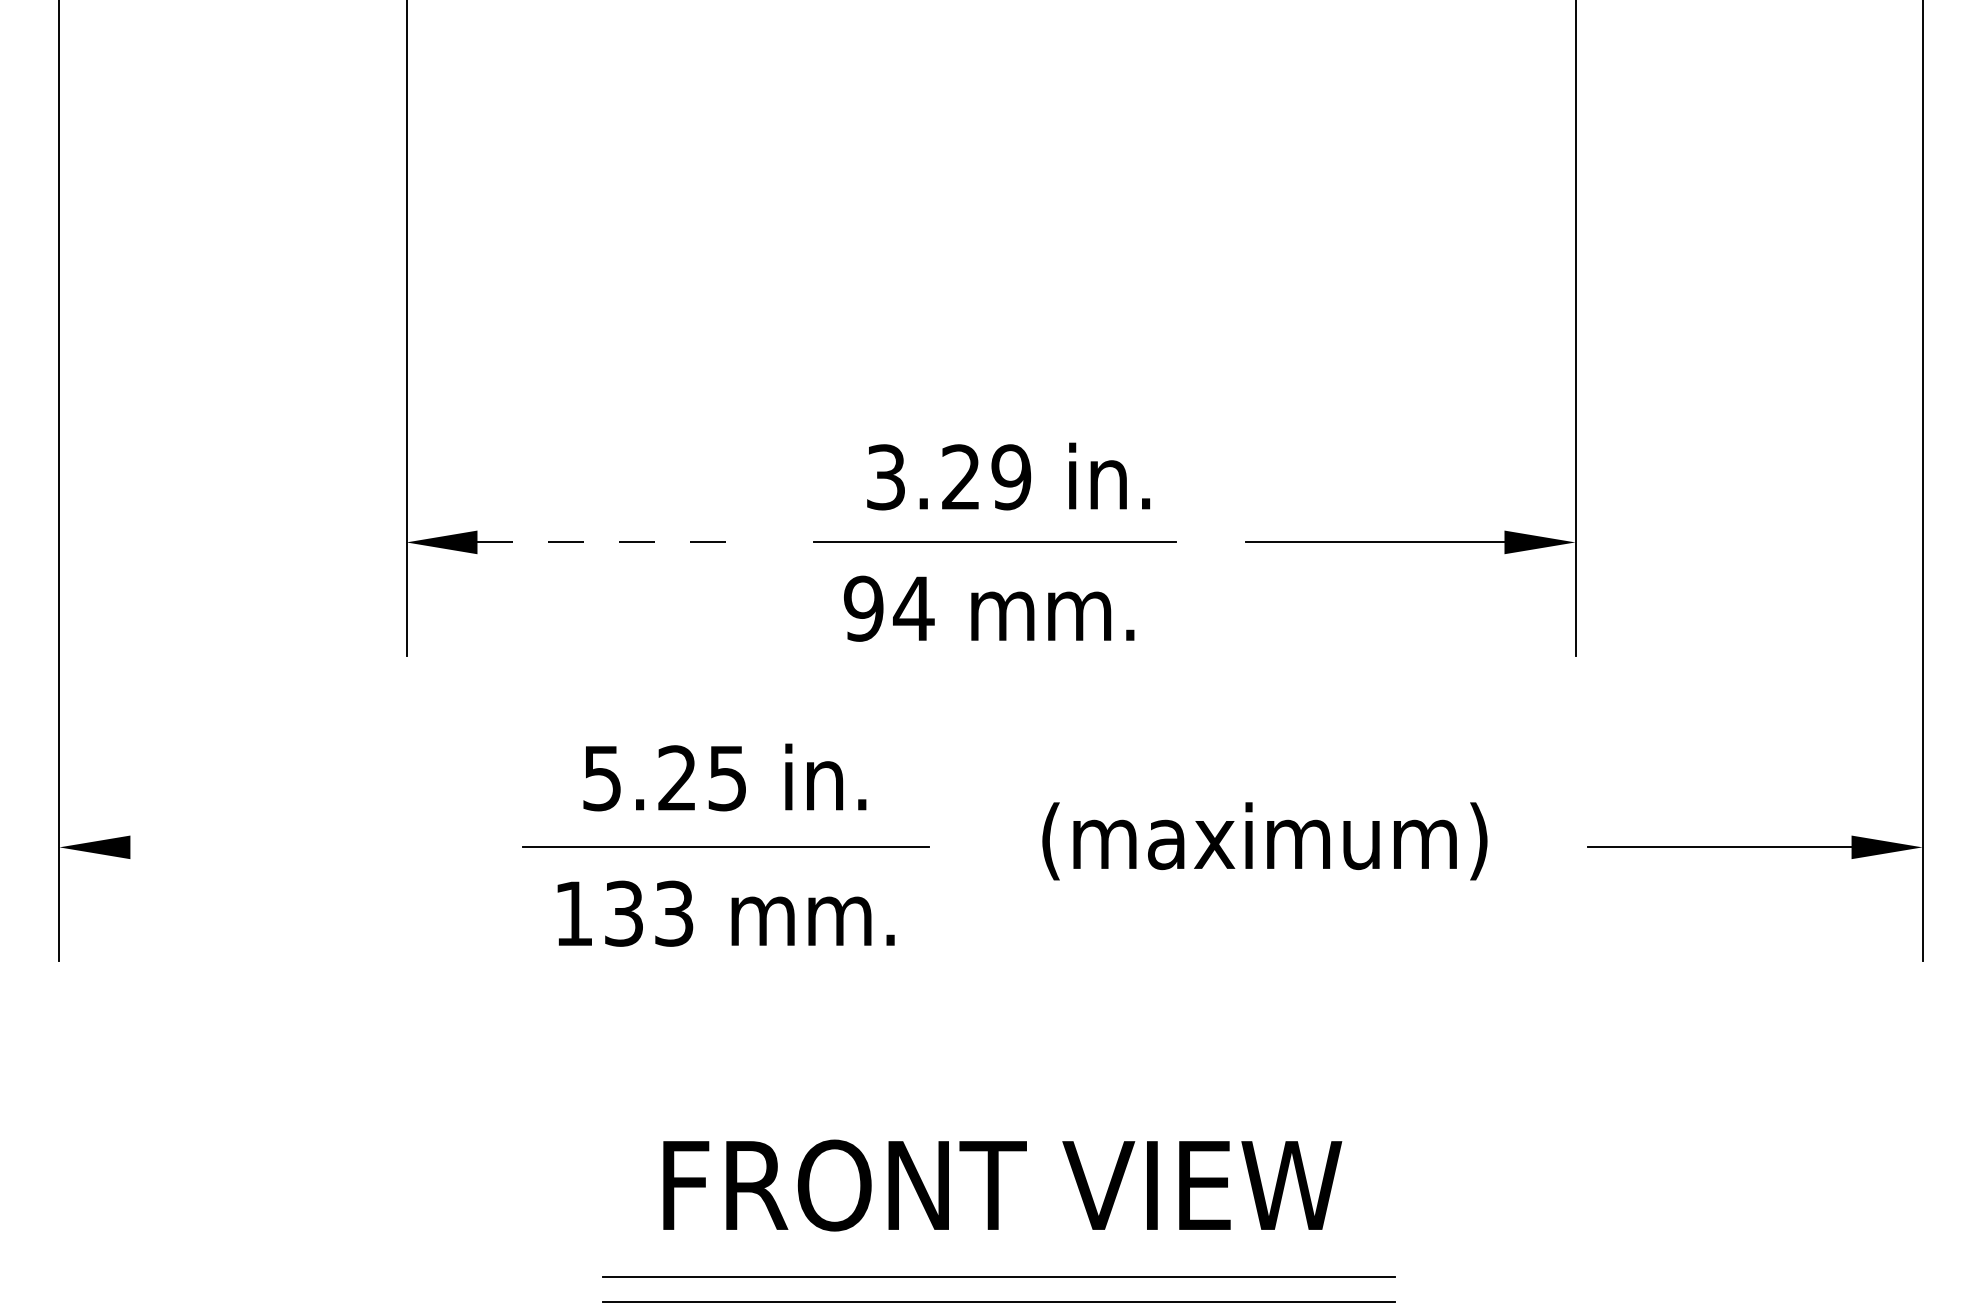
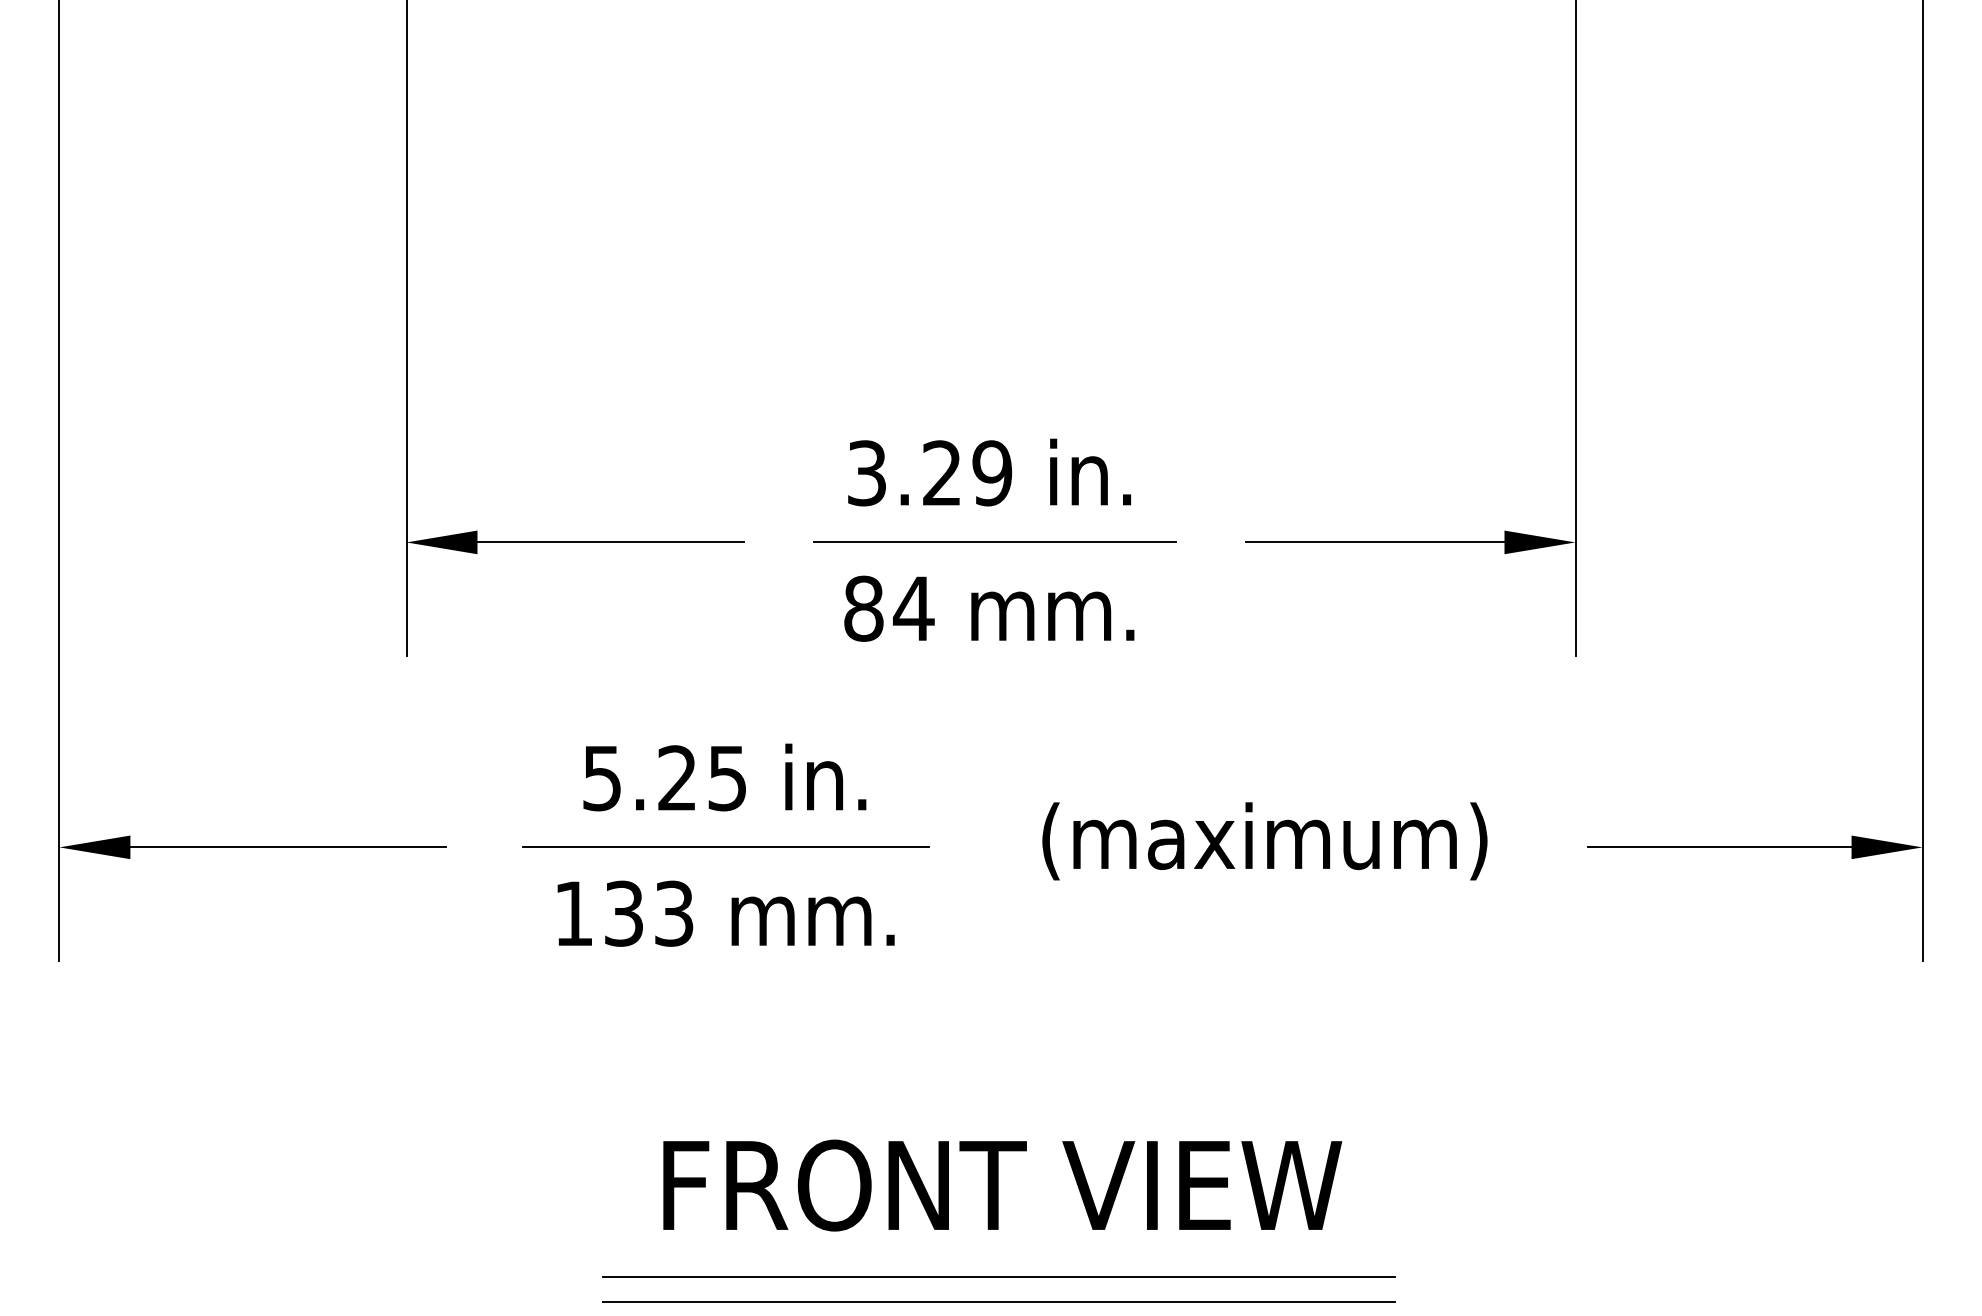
text at (1008, 476) position: (1008, 476) -> (989, 472)
line at (611, 542): dashed -> solid
text at (863, 608): 94 -> 84
line at (287, 847): none -> present
